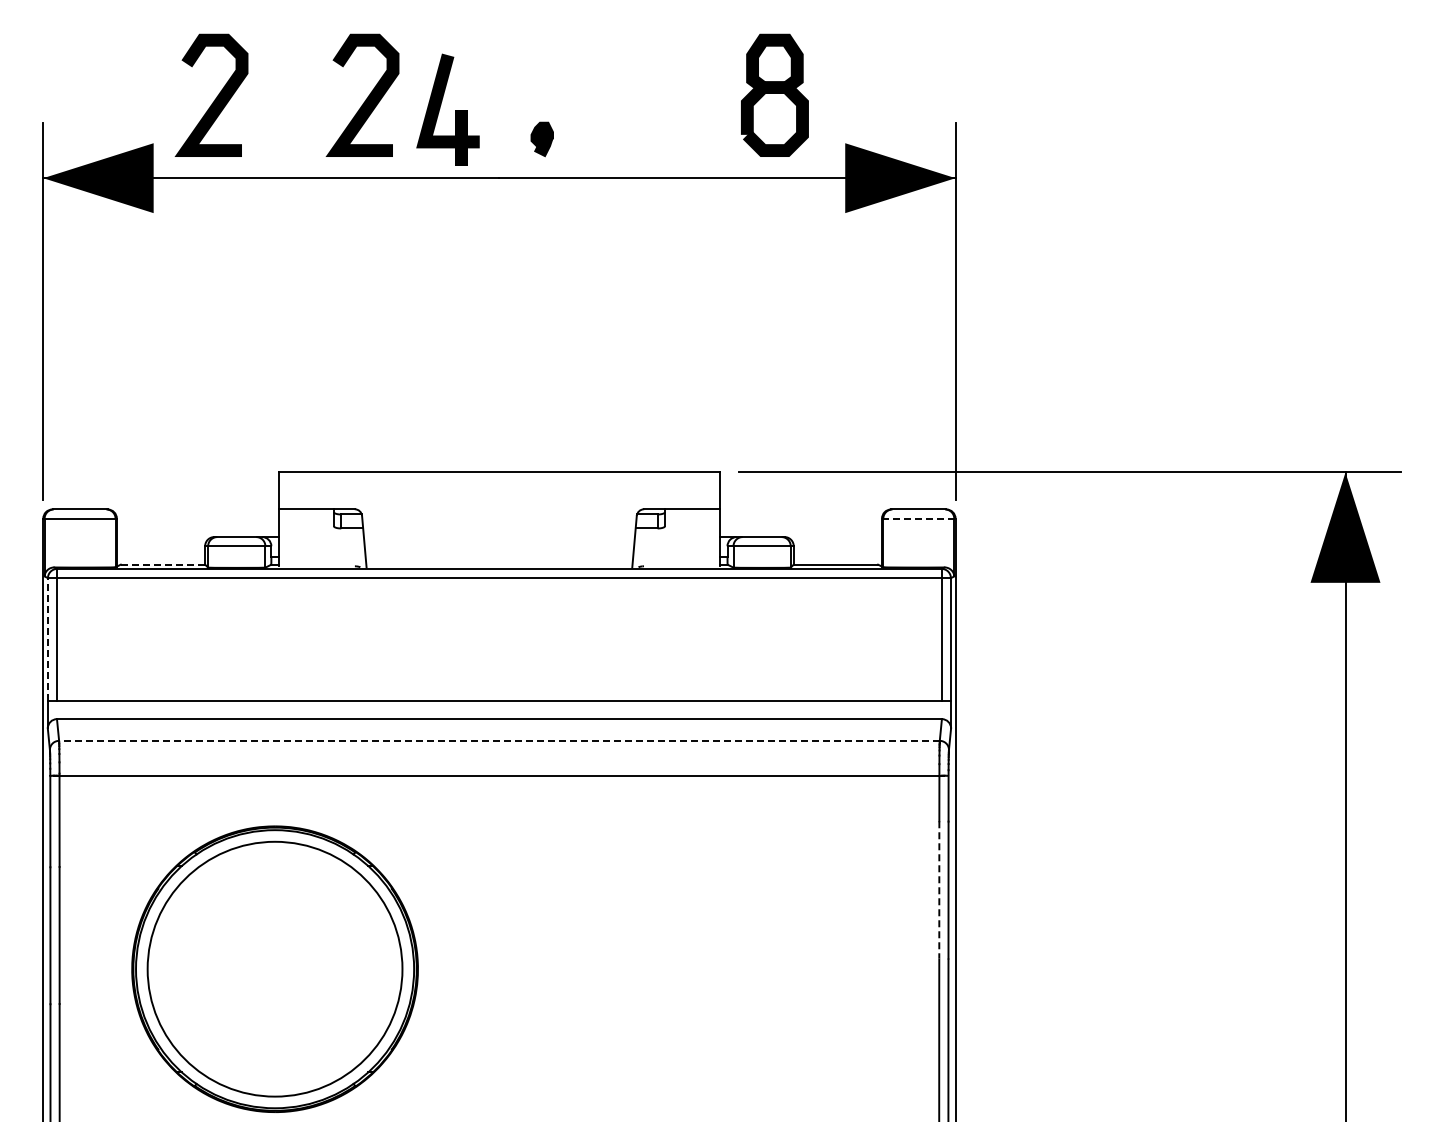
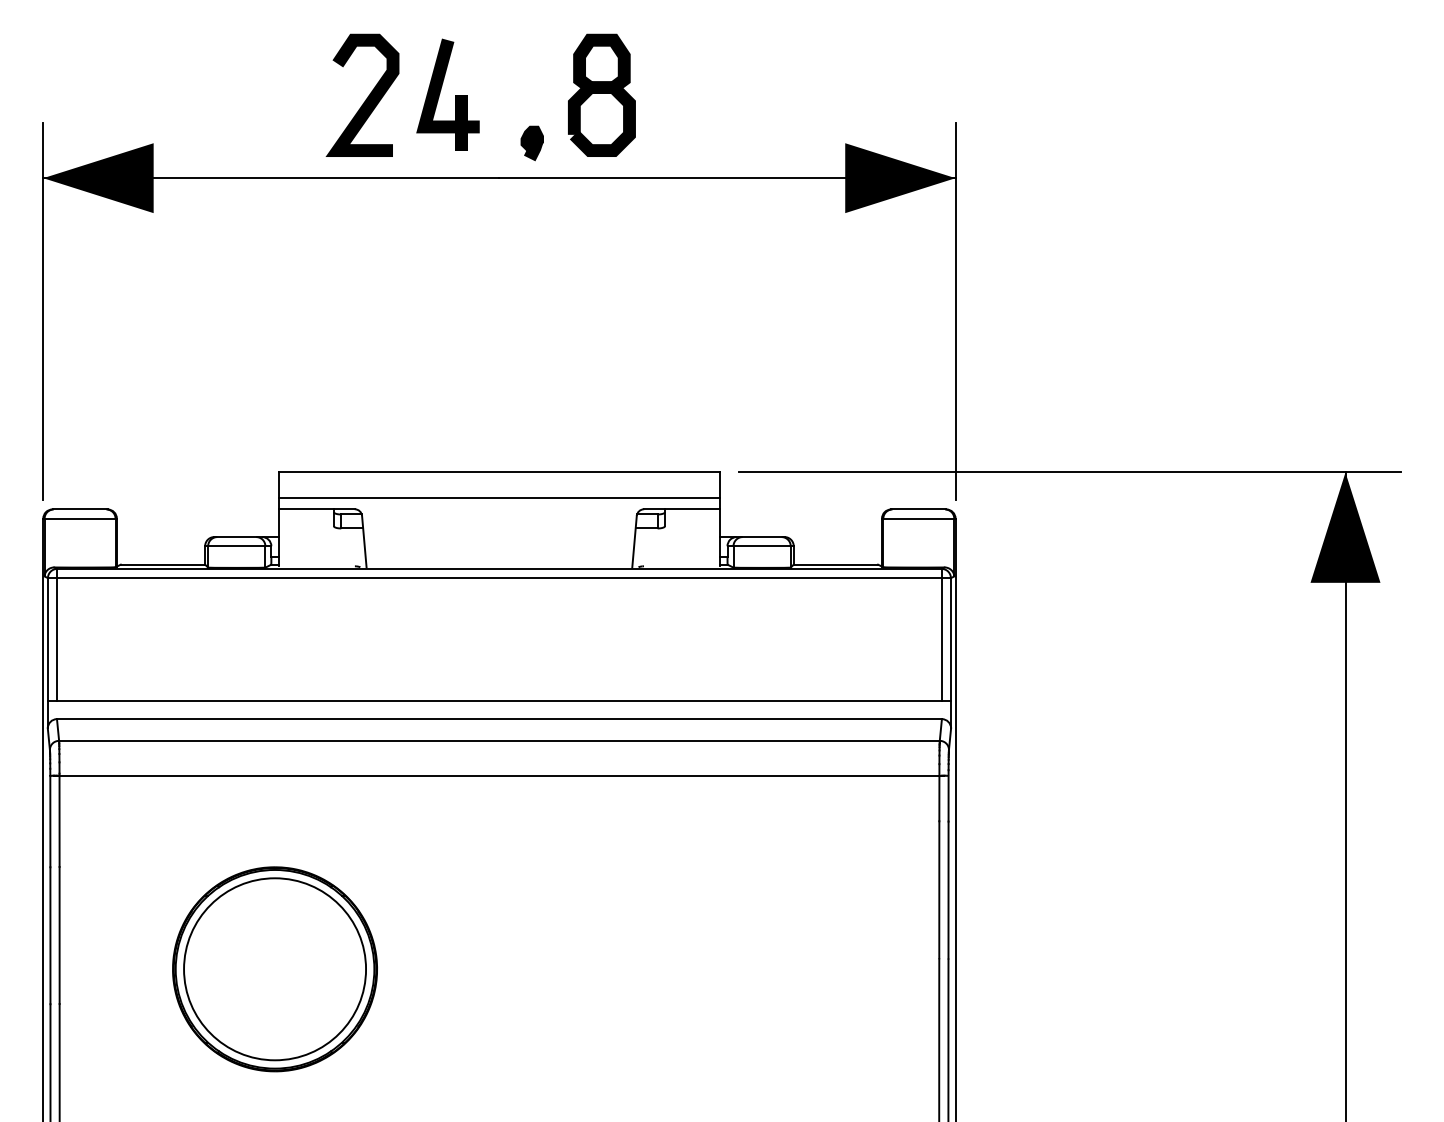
part at (774, 94) position: (774, 94) -> (601, 94)
curve at (216, 96): present -> none
part at (440, 108) position: (440, 108) -> (440, 93)
part at (541, 139) position: (541, 139) -> (531, 143)
line at (499, 498): none -> present
line at (918, 518): dashed -> solid
line at (163, 564): dashed -> solid
line at (47, 638): dashed -> solid
line at (498, 740): dashed -> solid
line at (939, 889): dashed -> solid
part at (274, 968) size: 288x288 px -> 206x207 px
